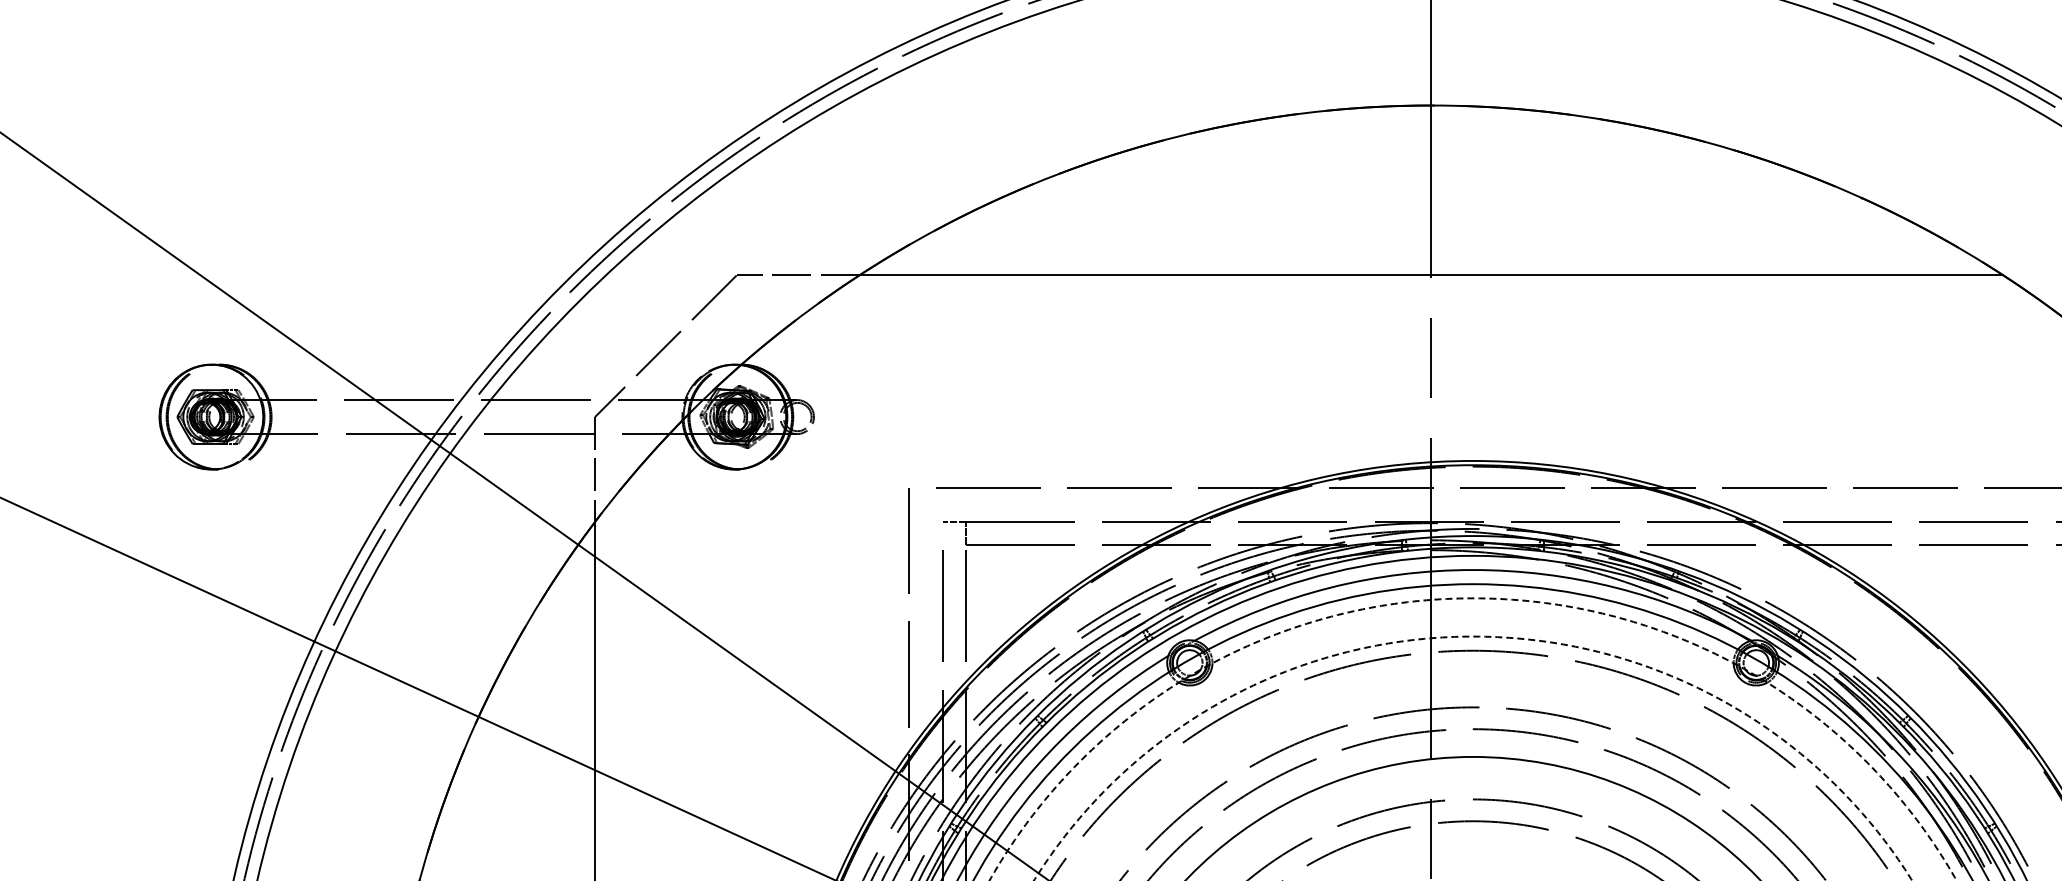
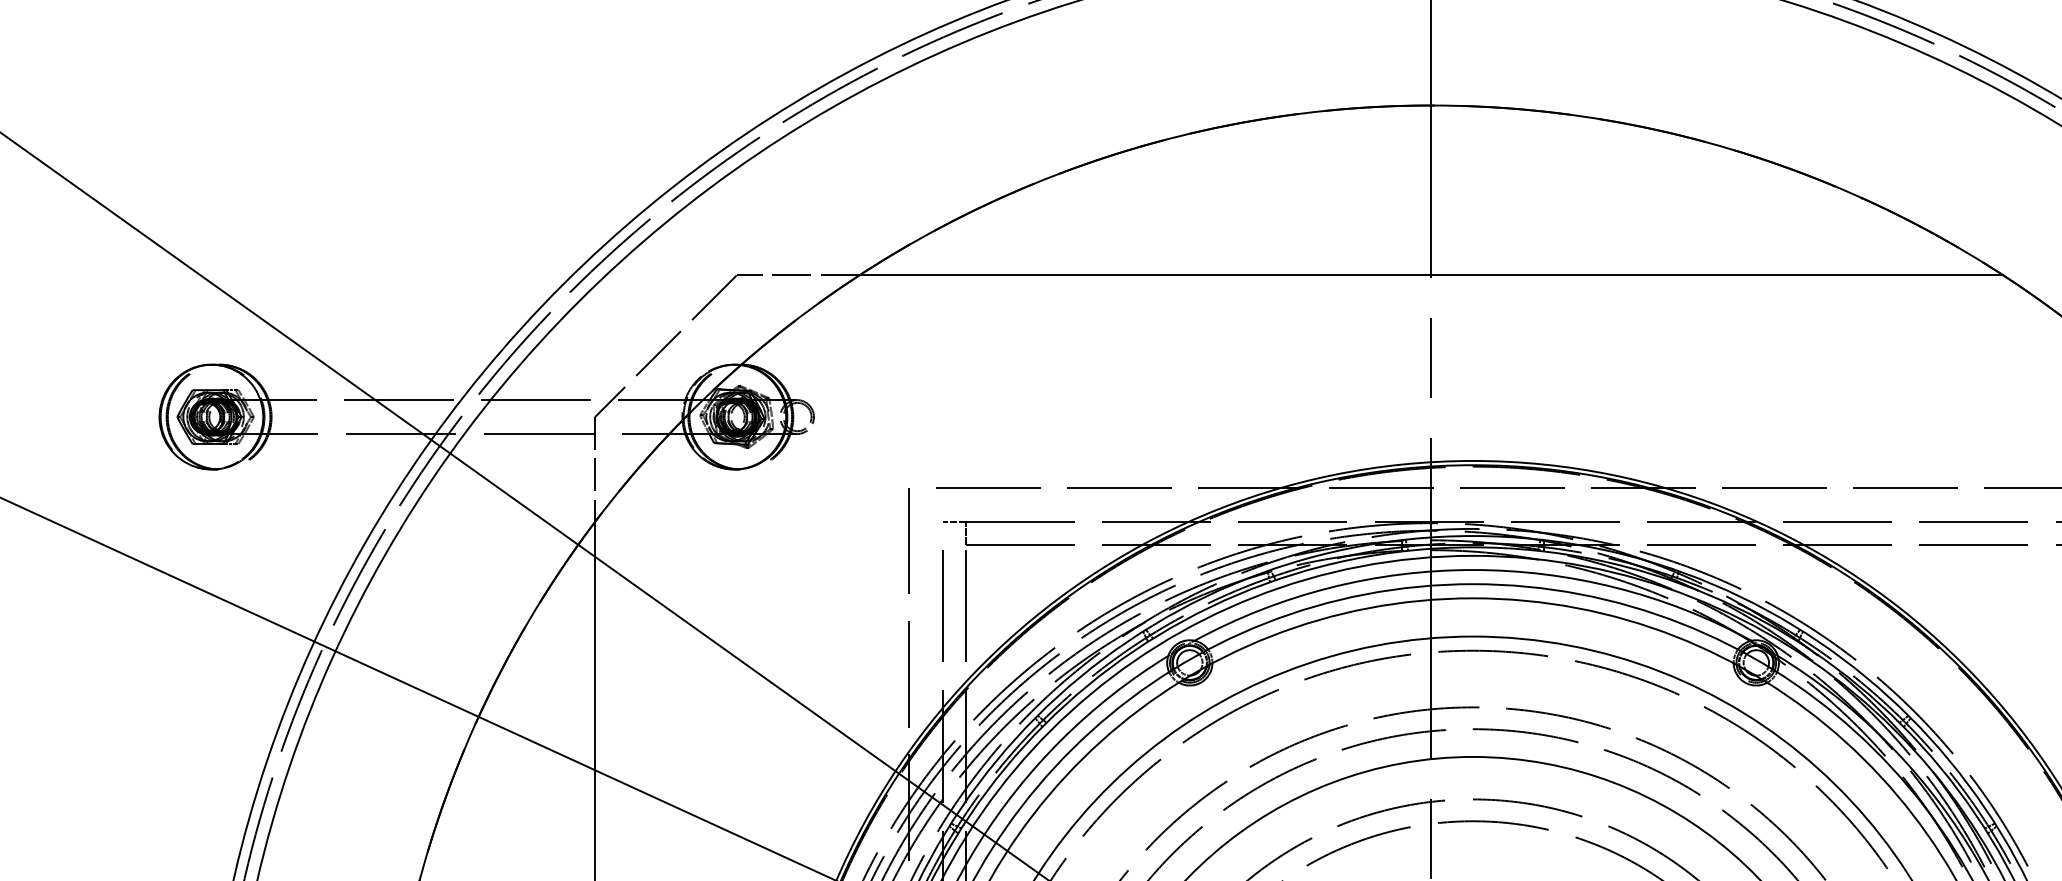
arc at (1473, 598): dashed -> solid
arc at (1473, 636): dashed -> solid
